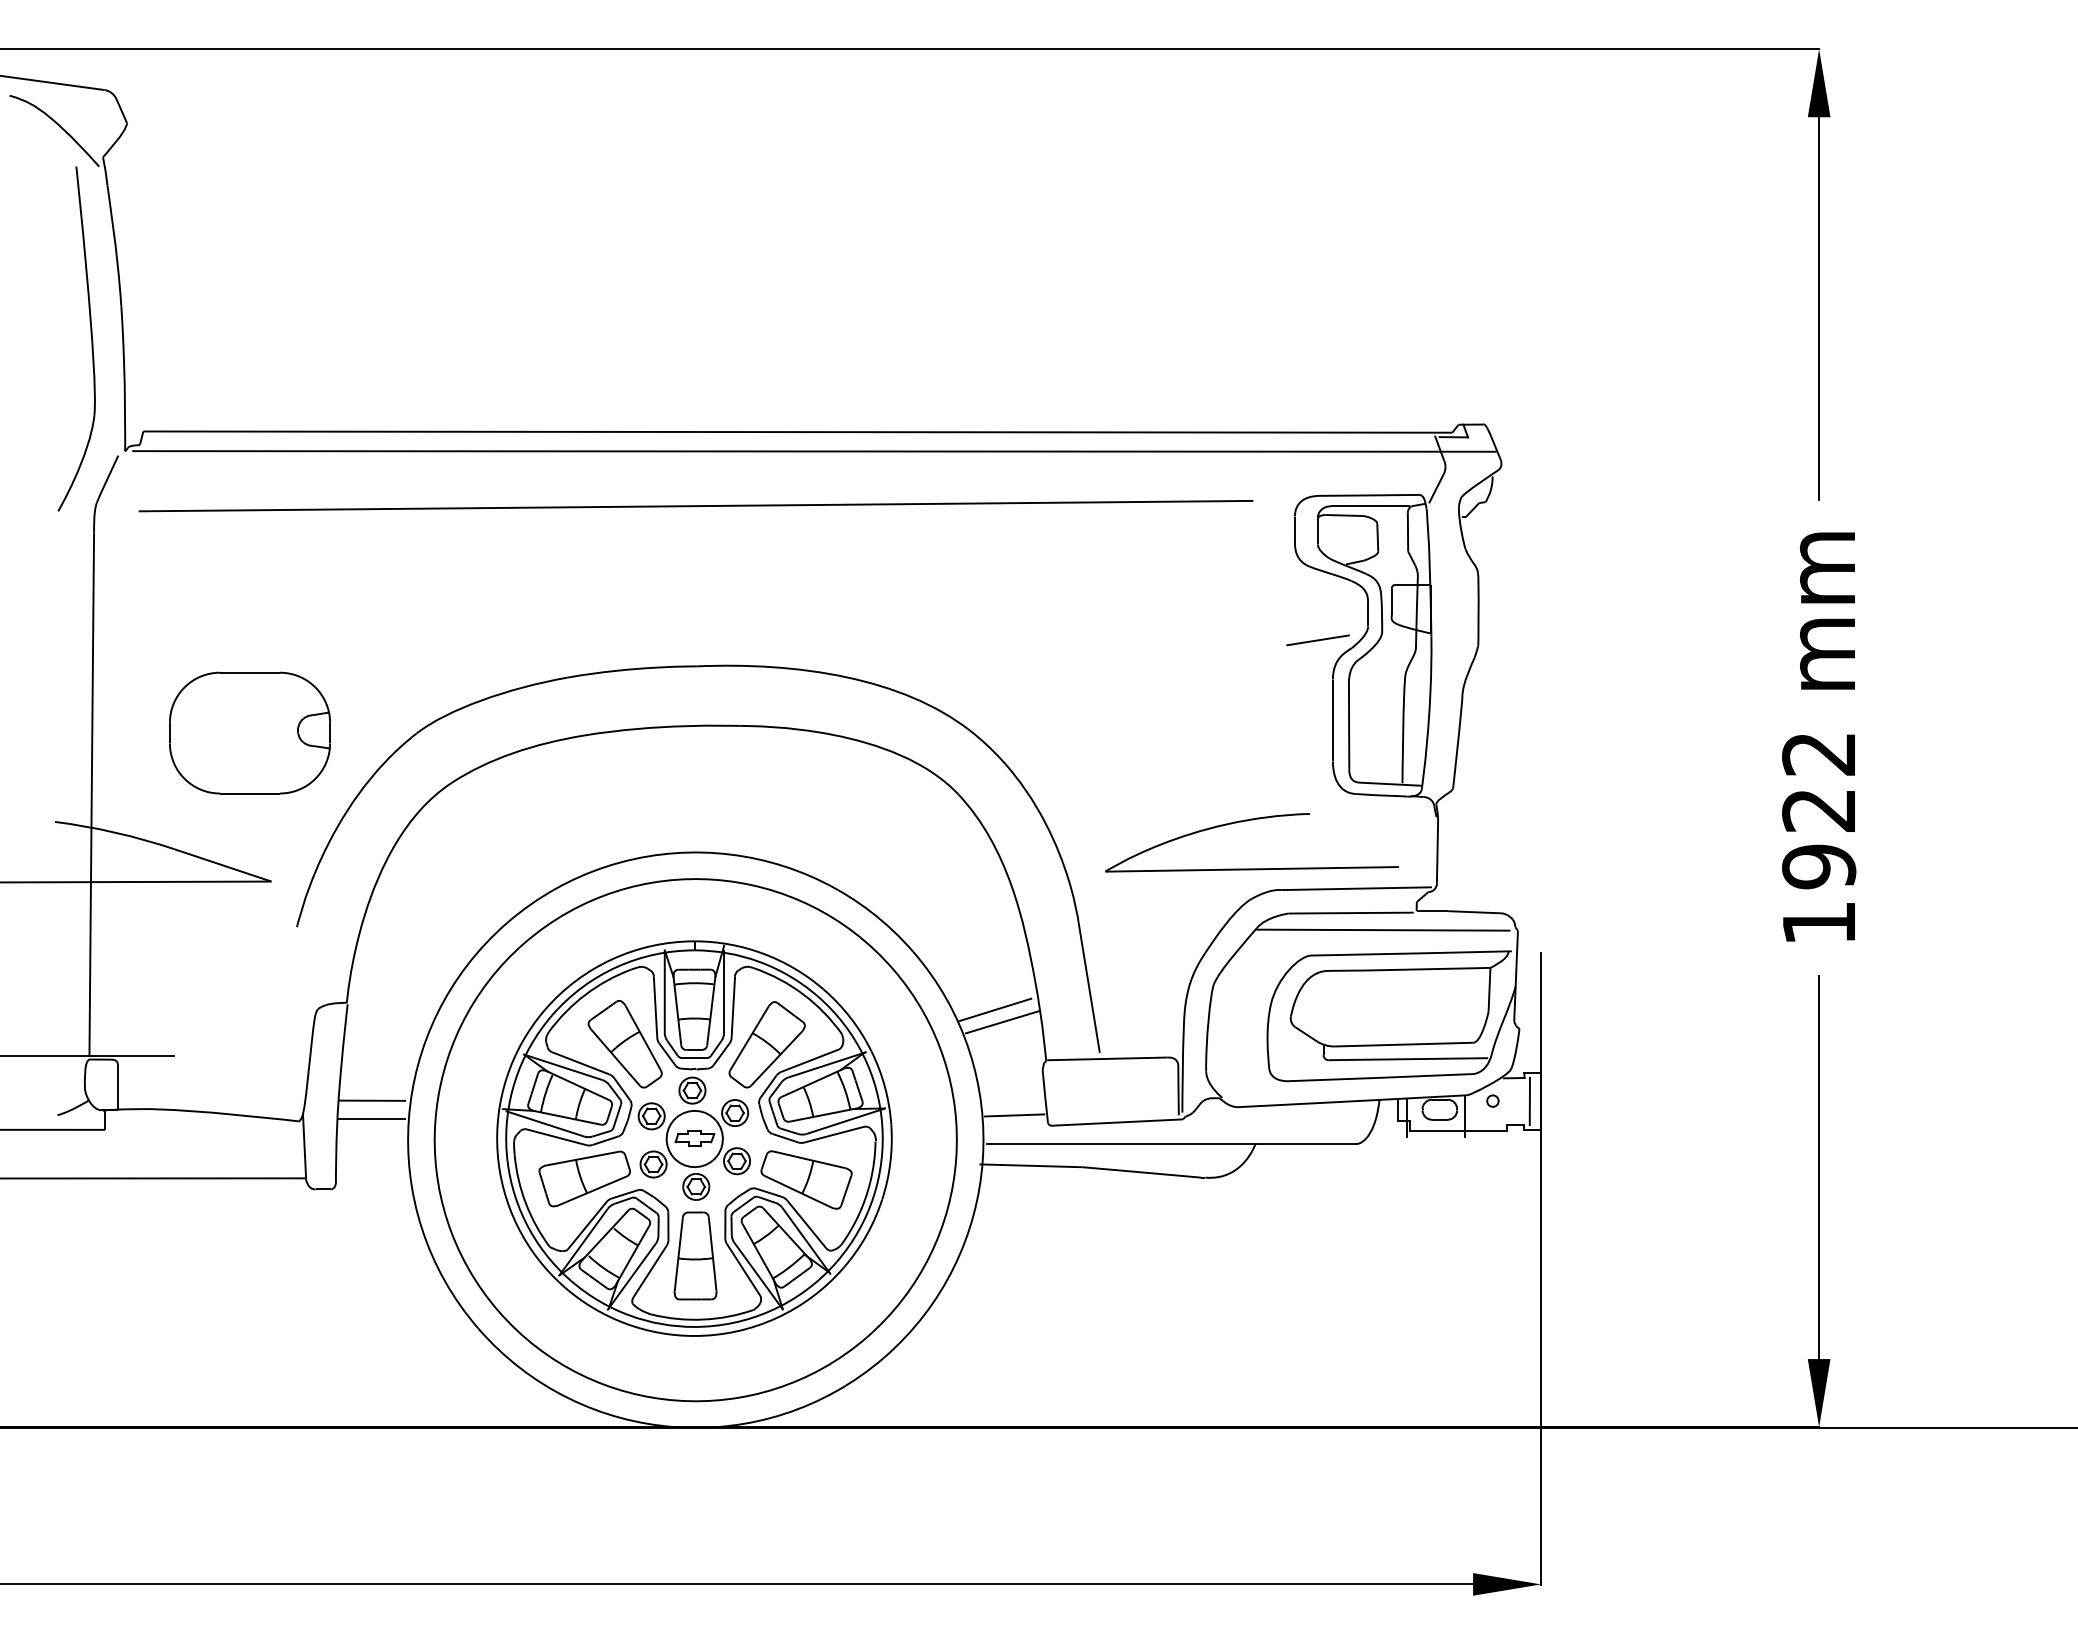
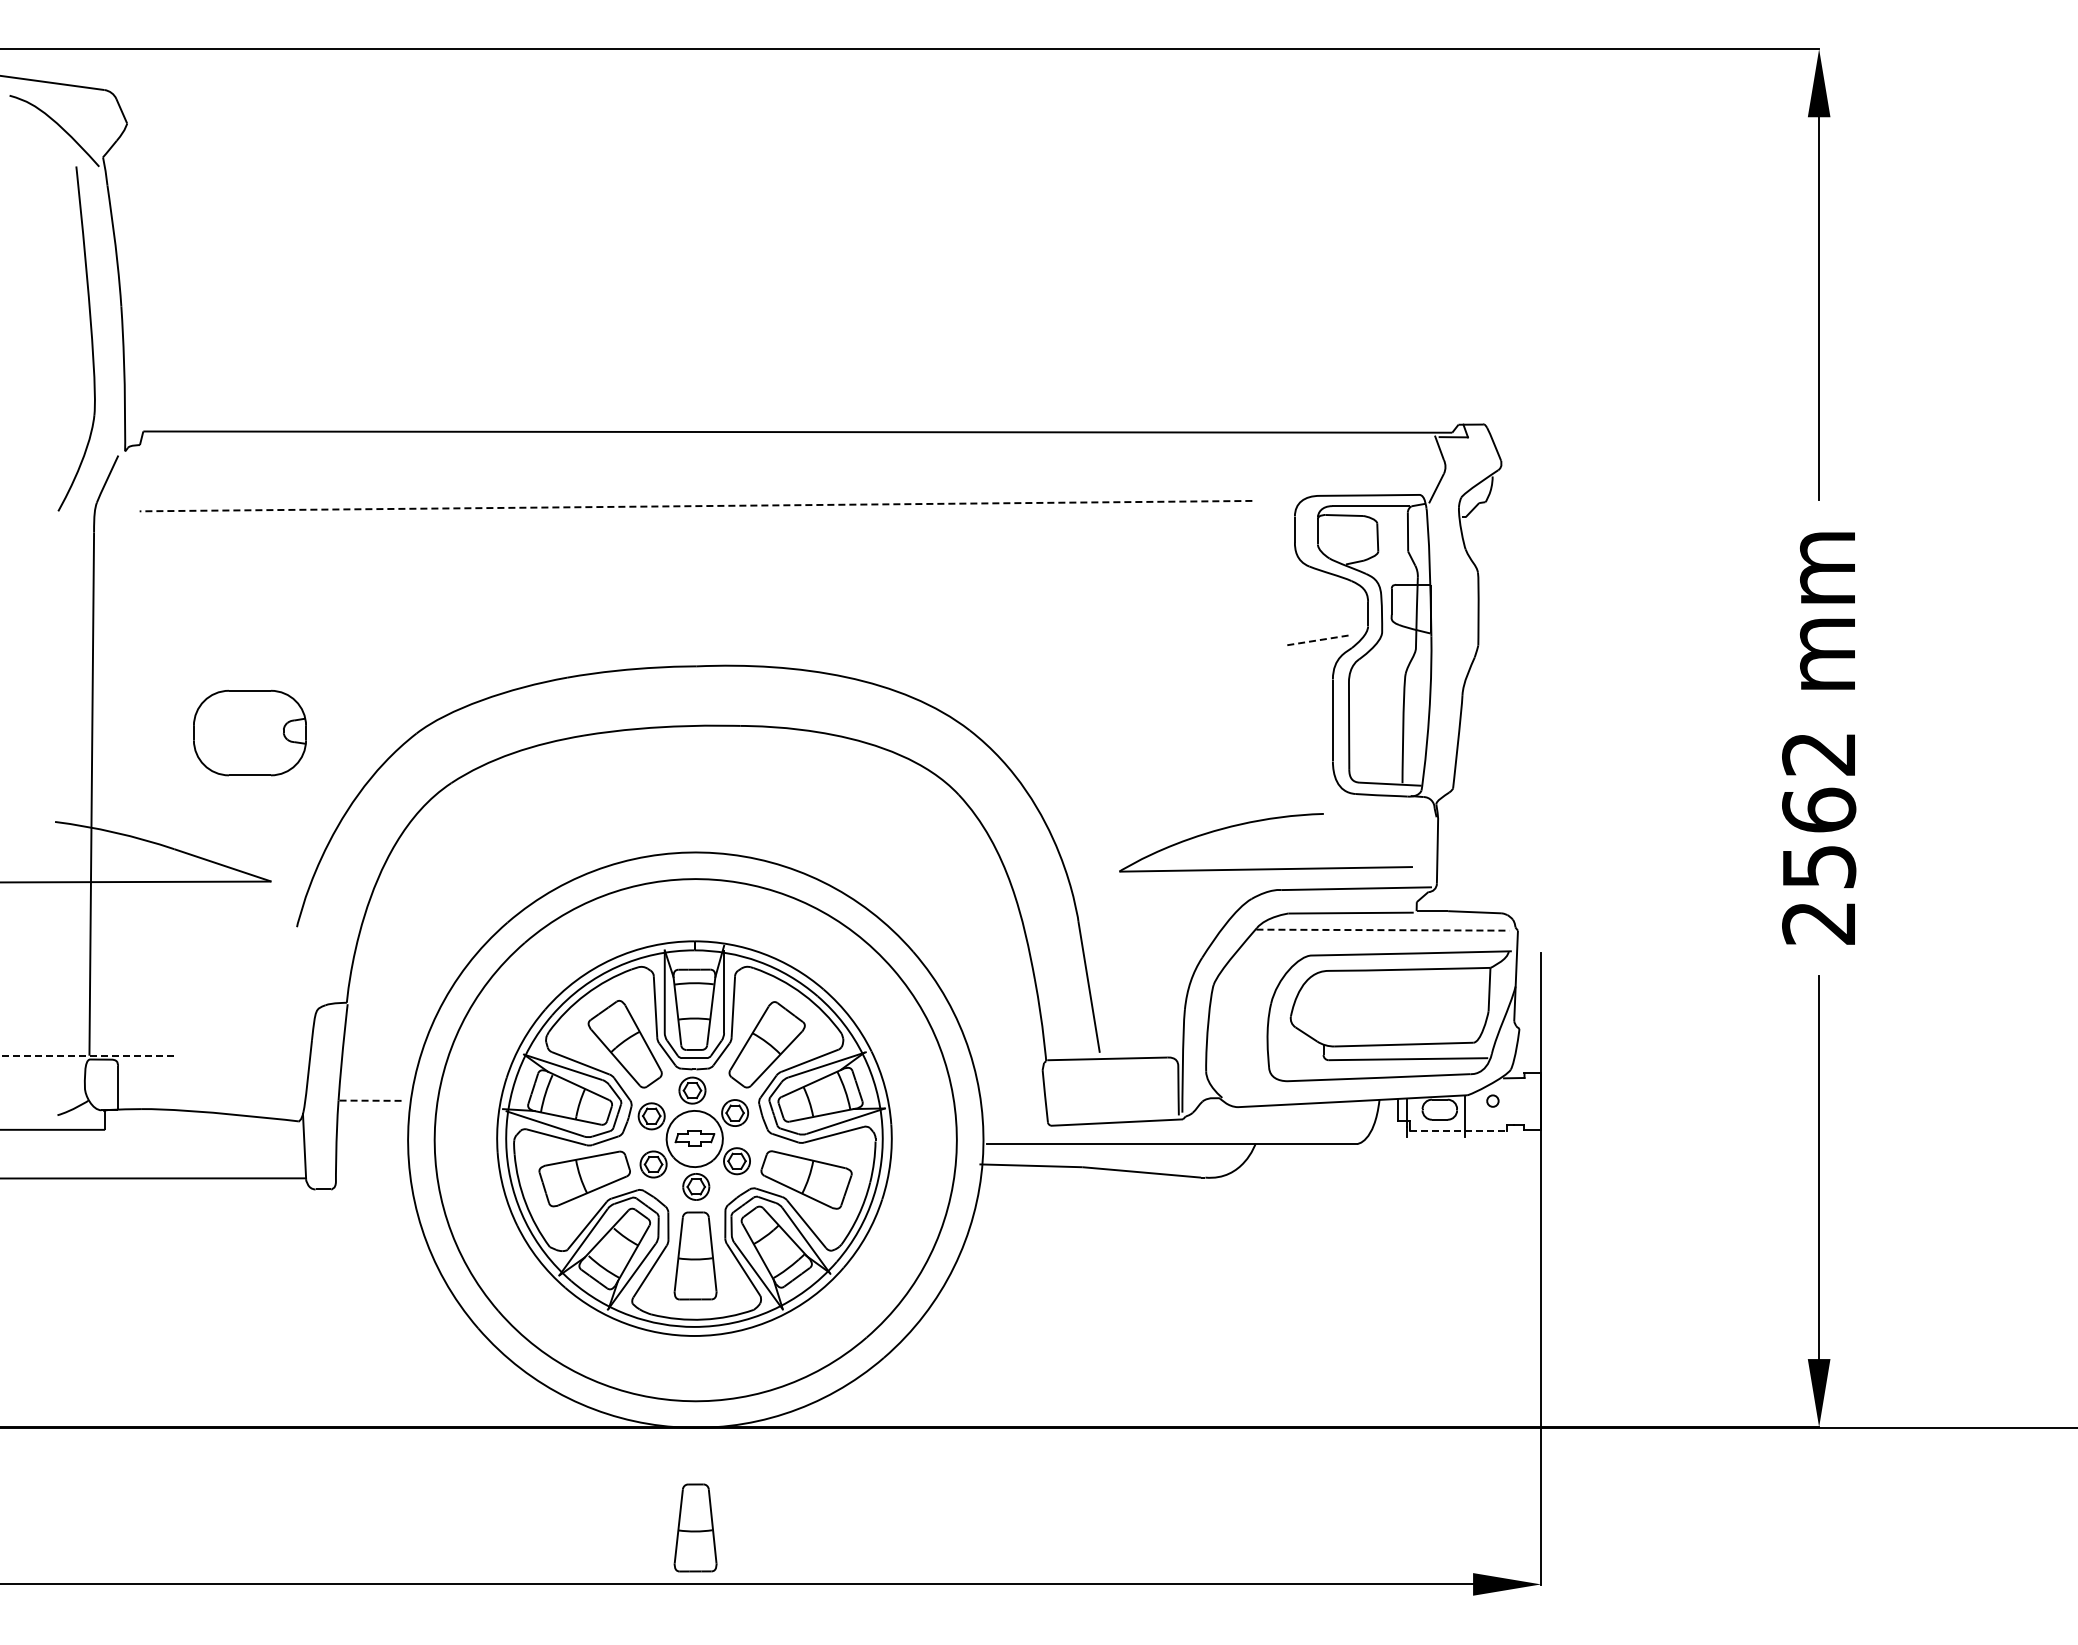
line at (814, 451): present -> none
line at (695, 506): solid -> dashed
line at (1318, 640): solid -> dashed
part at (249, 732) size: 162x124 px -> 114x88 px
part at (1247, 821) position: (1247, 821) -> (1261, 821)
text at (1819, 865): 1922 -> 2562
line at (1382, 930): solid -> dashed
line at (995, 1009): present -> none
line at (1002, 1021): present -> none
line at (87, 1056): solid -> dashed
line at (372, 1100): solid -> dashed
line at (1529, 1100): present -> none
line at (1014, 1115): present -> none
line at (371, 1118): present -> none
line at (1458, 1130): solid -> dashed
part at (695, 1527): none -> present
